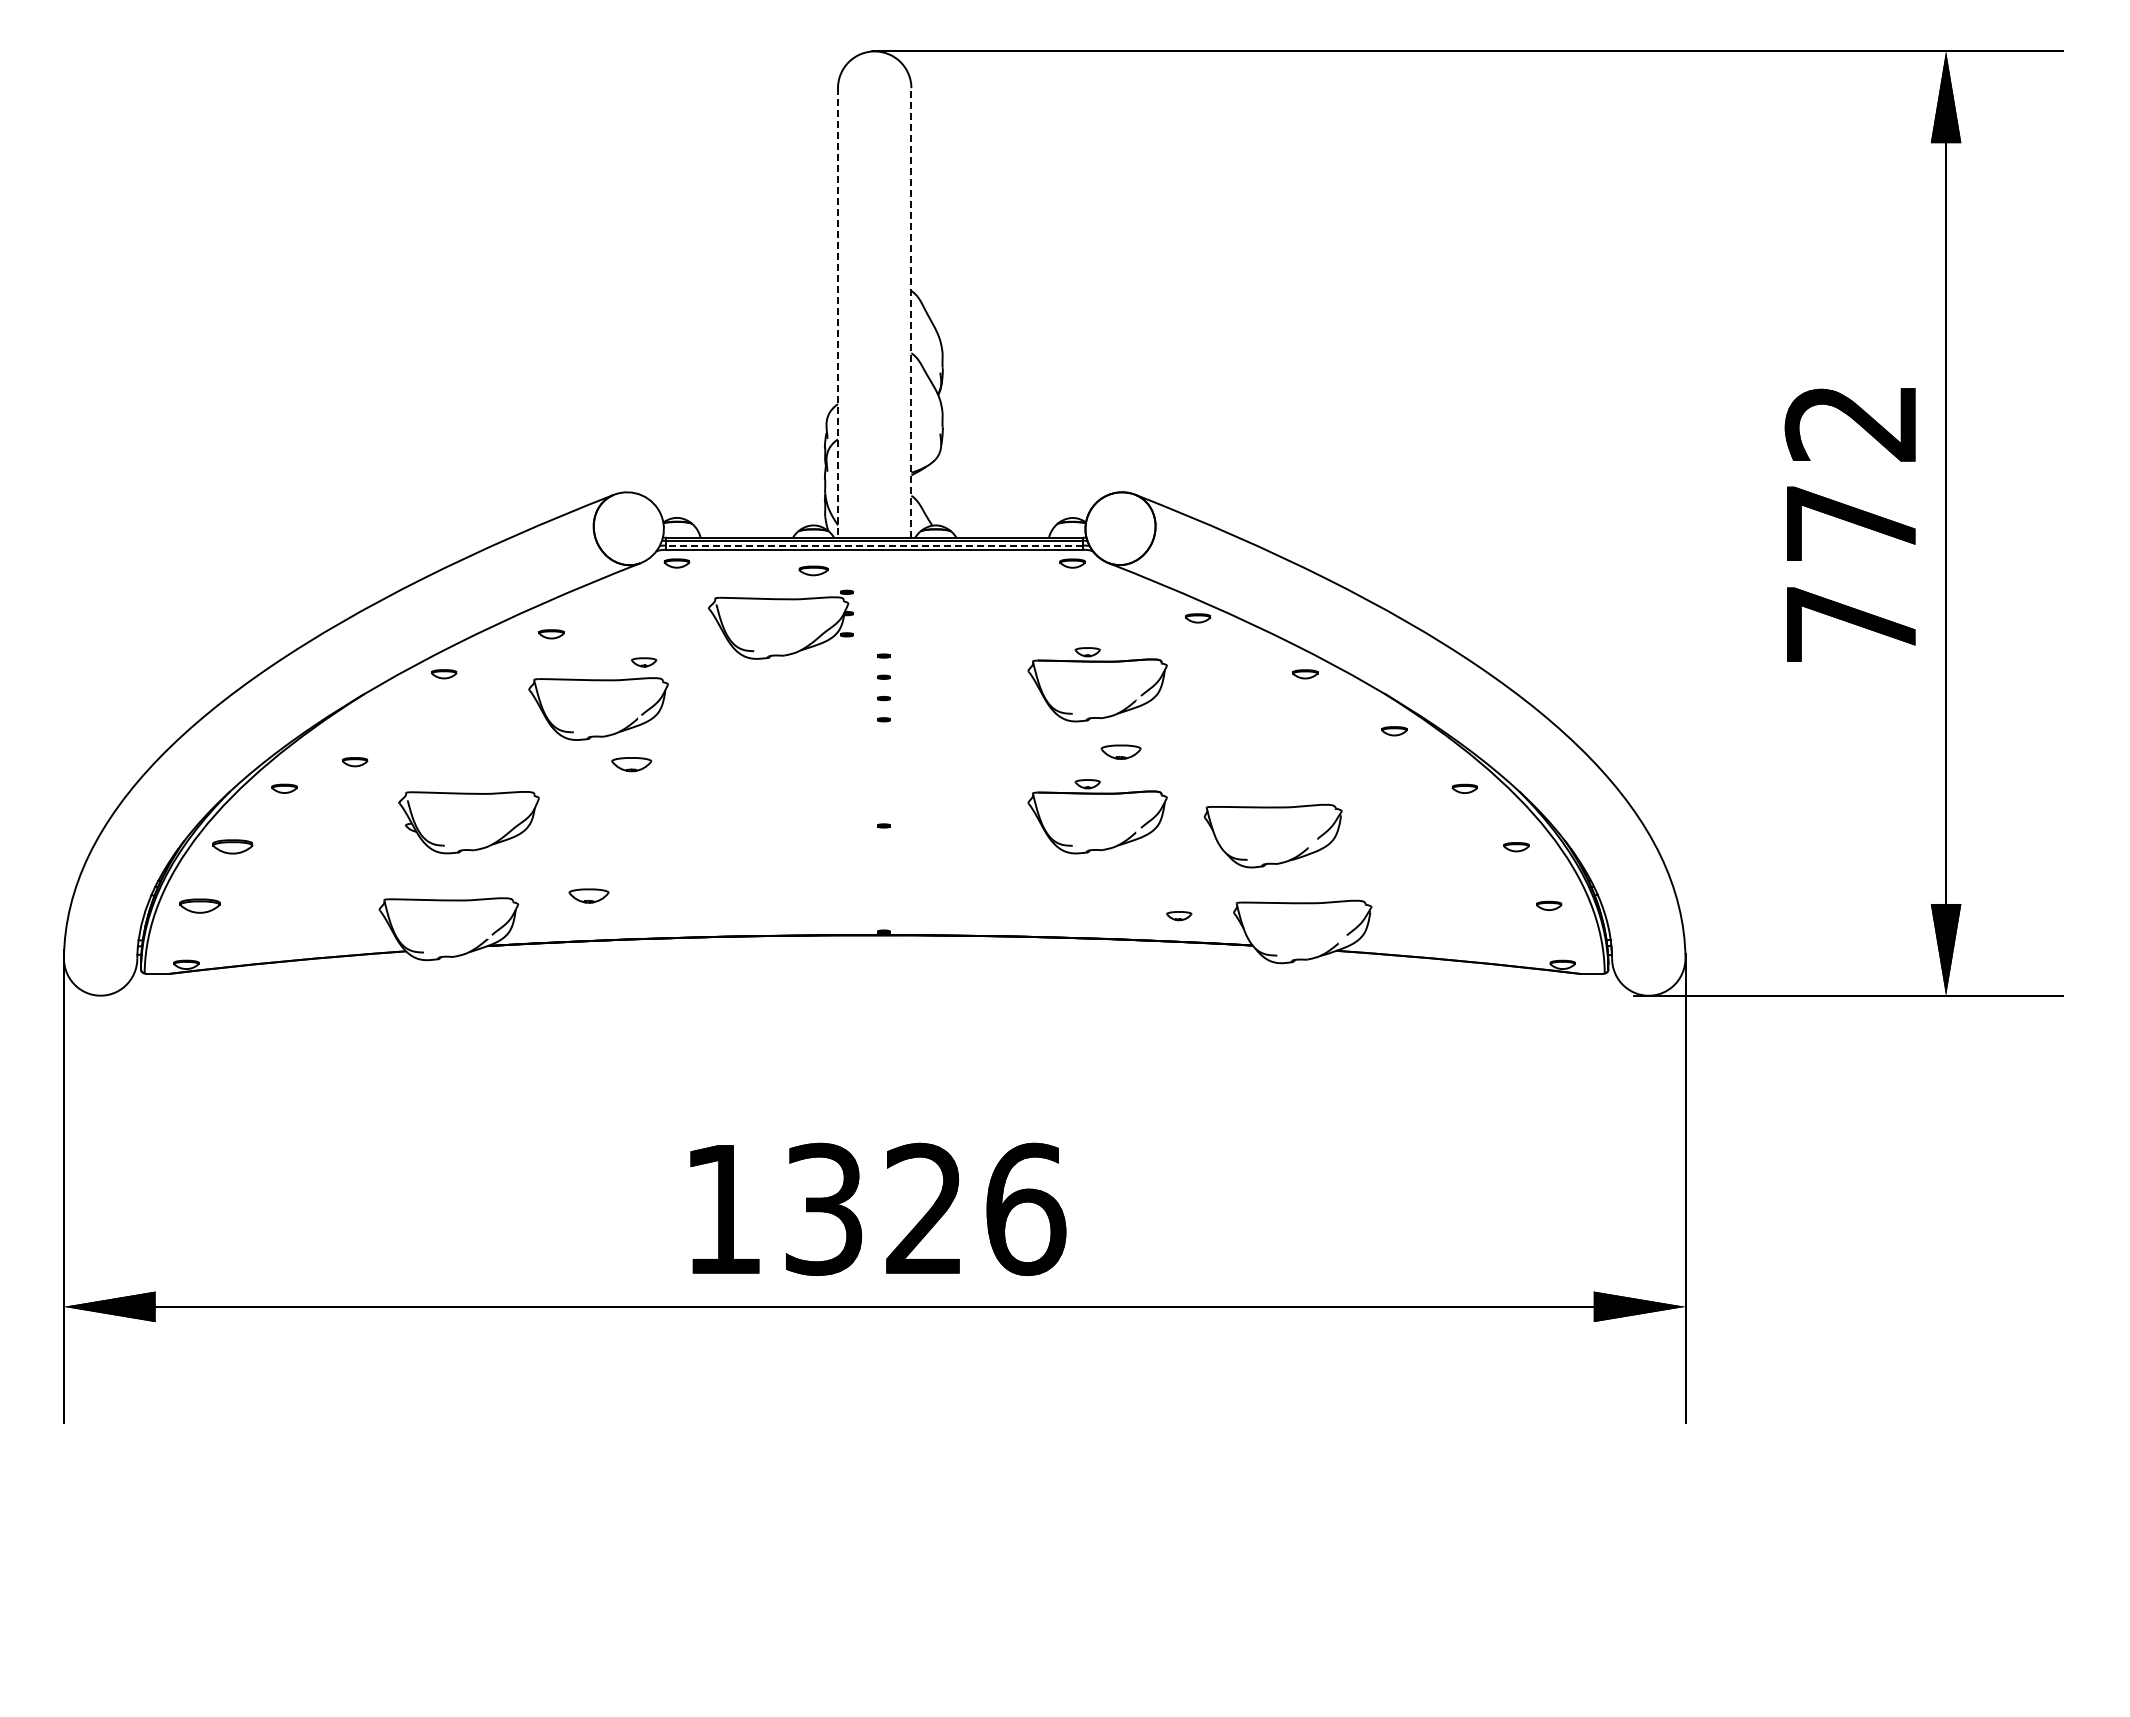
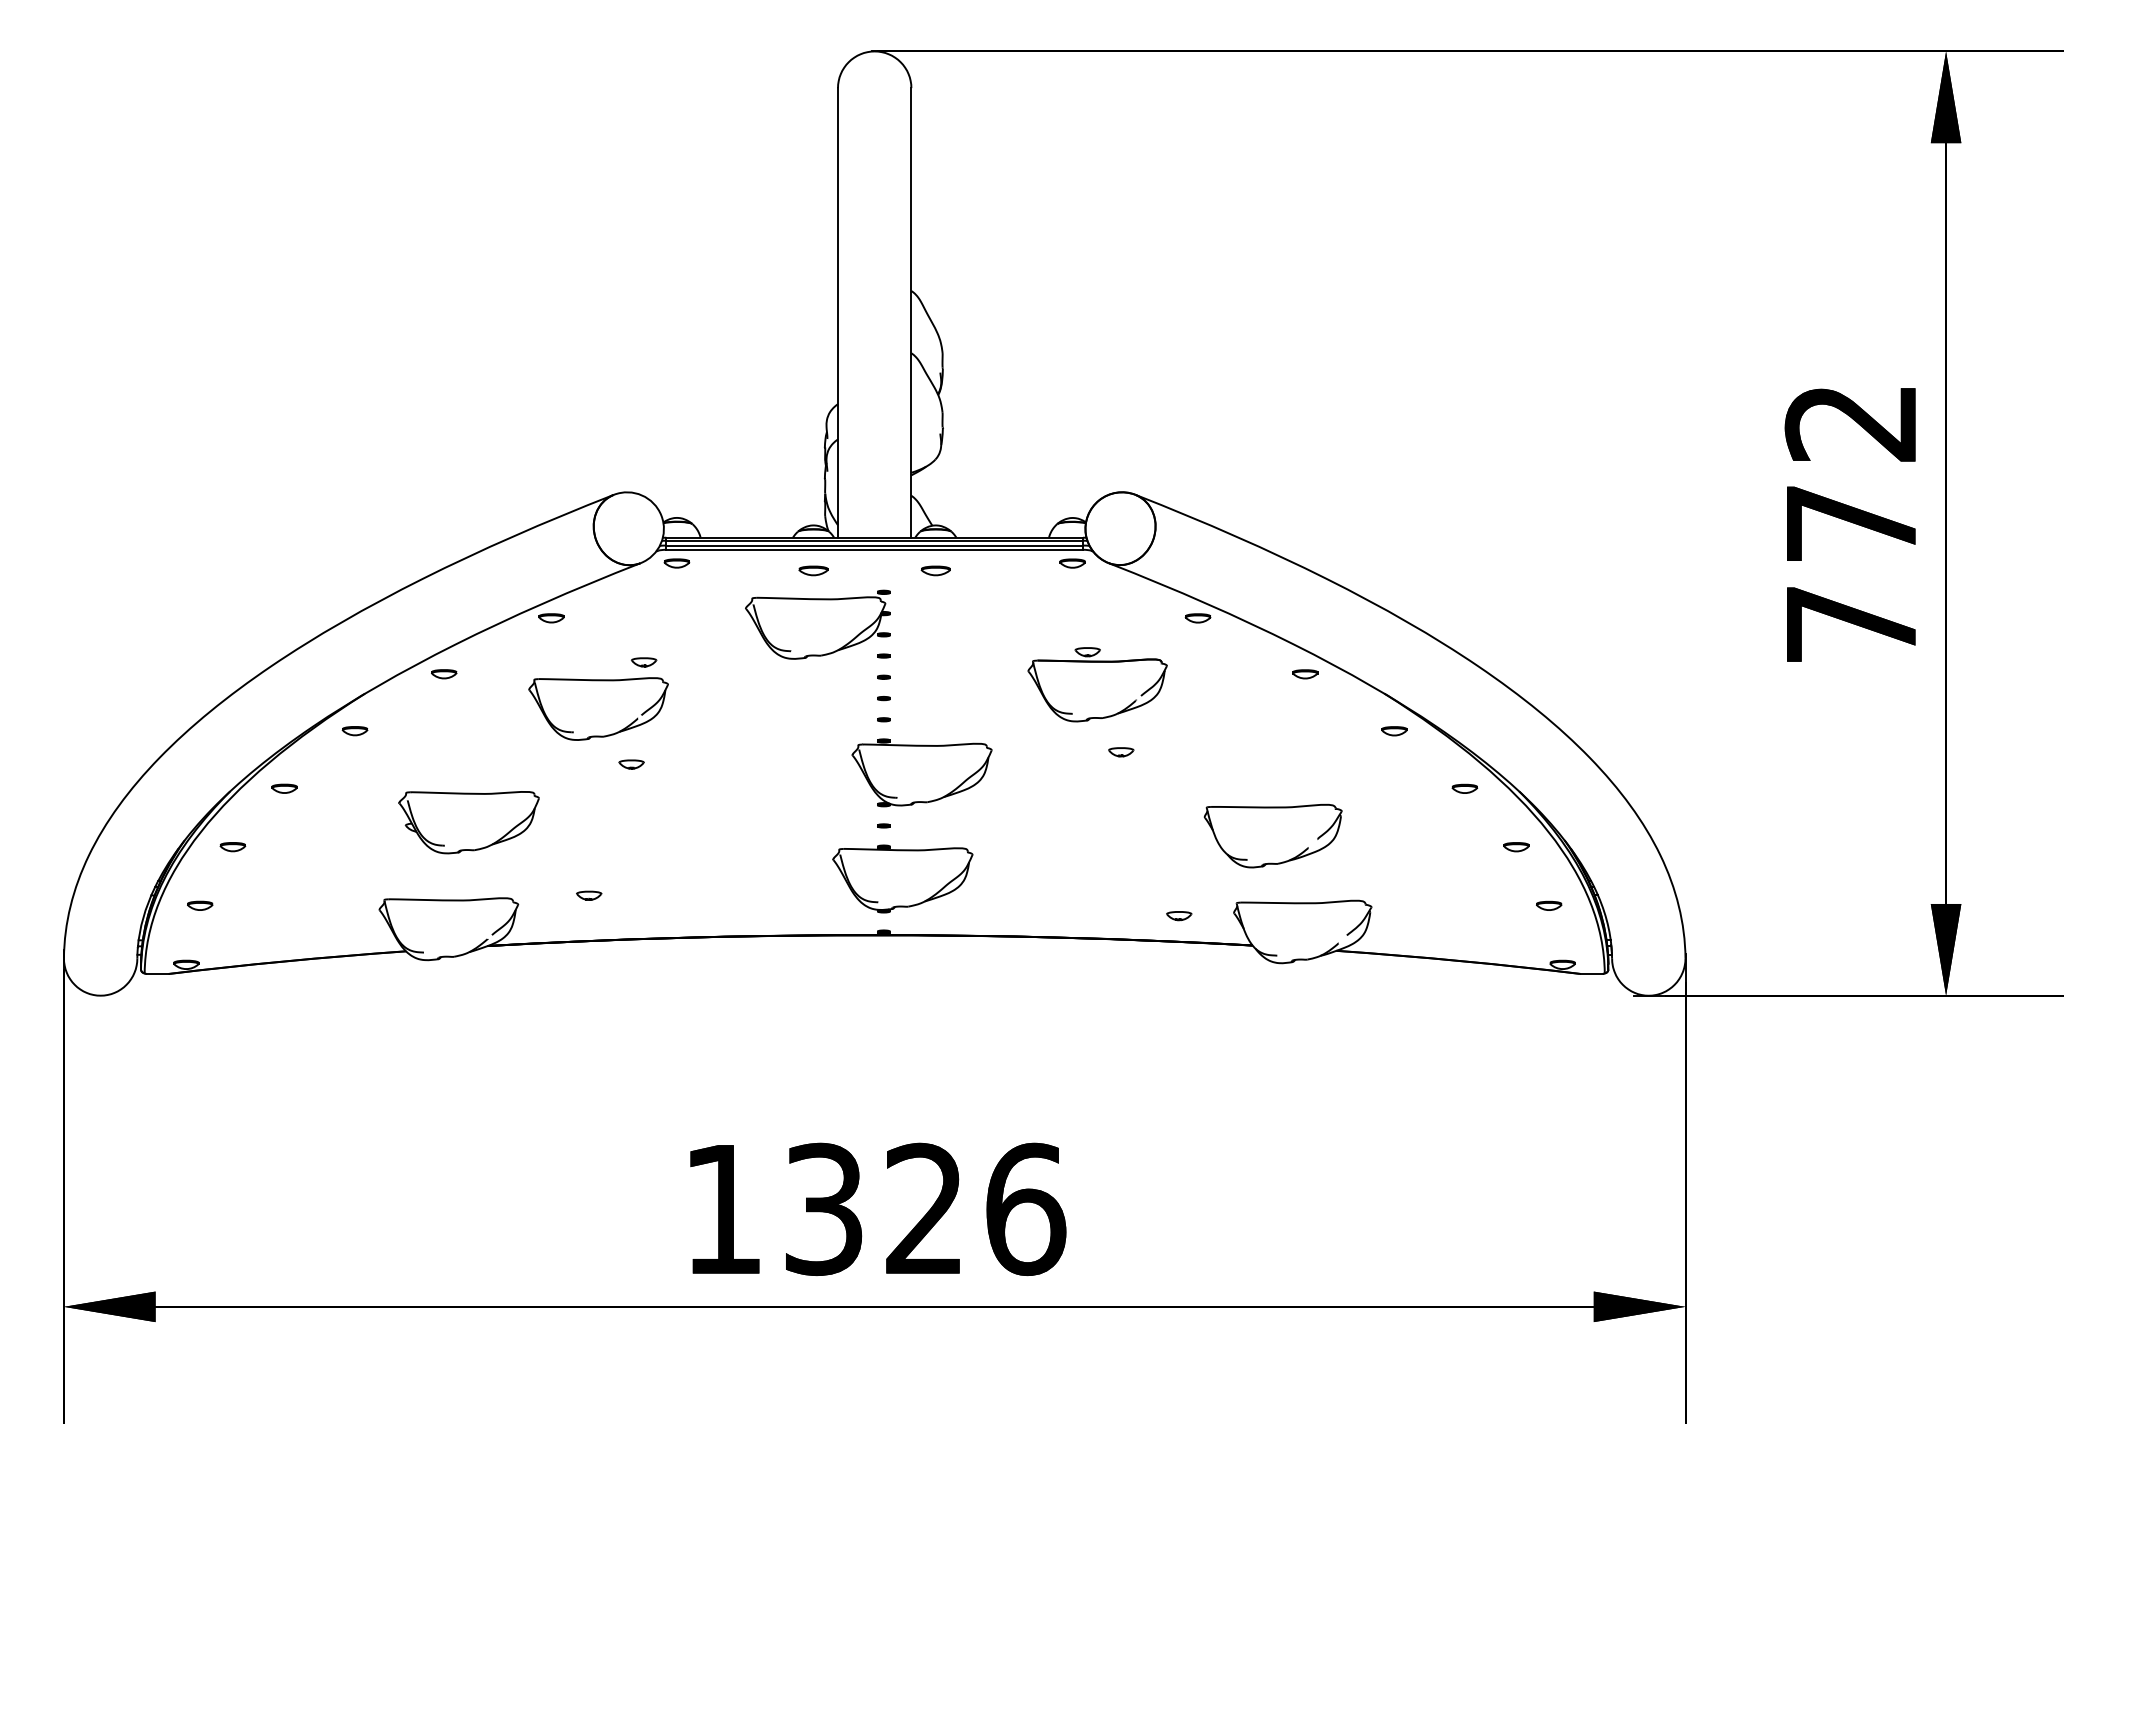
line at (838, 312): dashed -> solid
line at (911, 312): dashed -> solid
line at (874, 545): dashed -> solid
part at (935, 570): none -> present
part at (780, 624) position: (780, 624) -> (817, 624)
part at (551, 634) position: (551, 634) -> (551, 618)
part at (1120, 751) size: 42x16 px -> 27x11 px
part at (354, 762) position: (354, 762) -> (354, 731)
part at (631, 764) size: 42x16 px -> 27x11 px
part at (921, 772): none -> present
part at (1097, 816): present -> none
part at (232, 846) size: 42x16 px -> 28x11 px
part at (902, 878): none -> present
part at (588, 895) size: 42x16 px -> 27x11 px
part at (199, 905) size: 42x16 px -> 27x11 px
